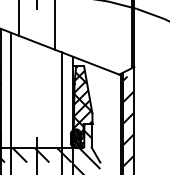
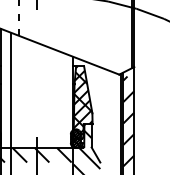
line at (18, 18): solid -> dashed
line at (54, 25): present -> none
line at (62, 111): present -> none
